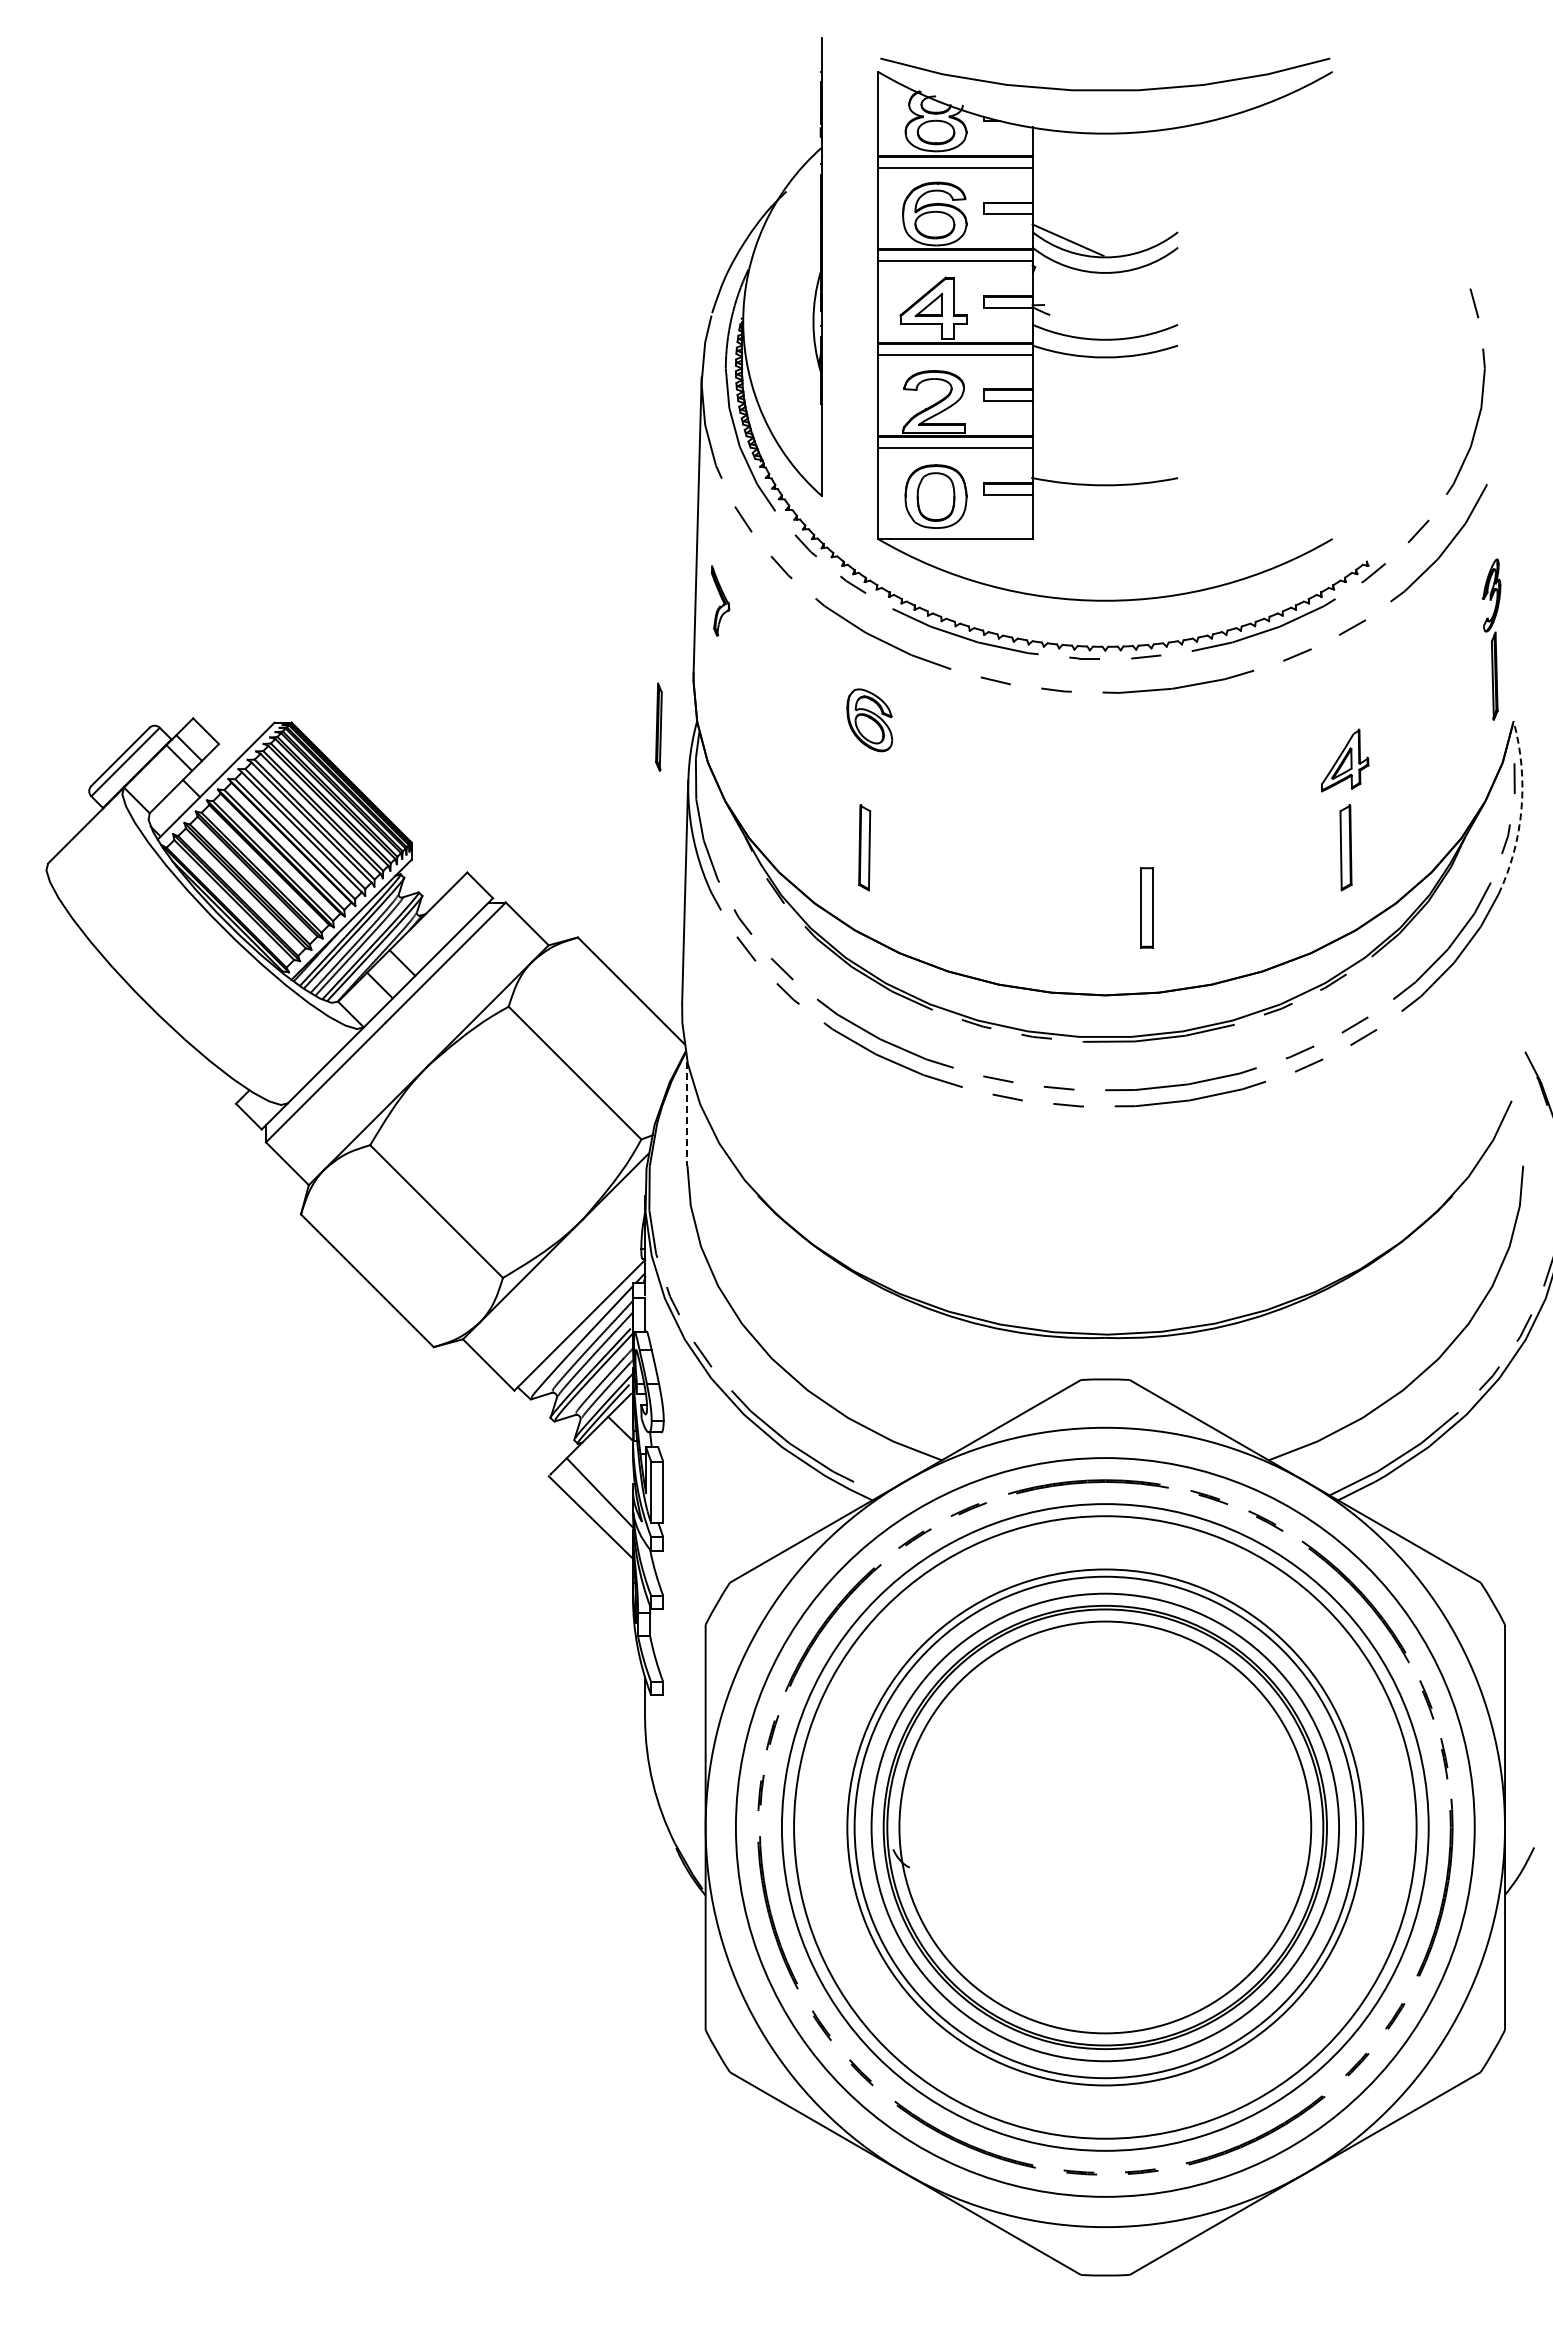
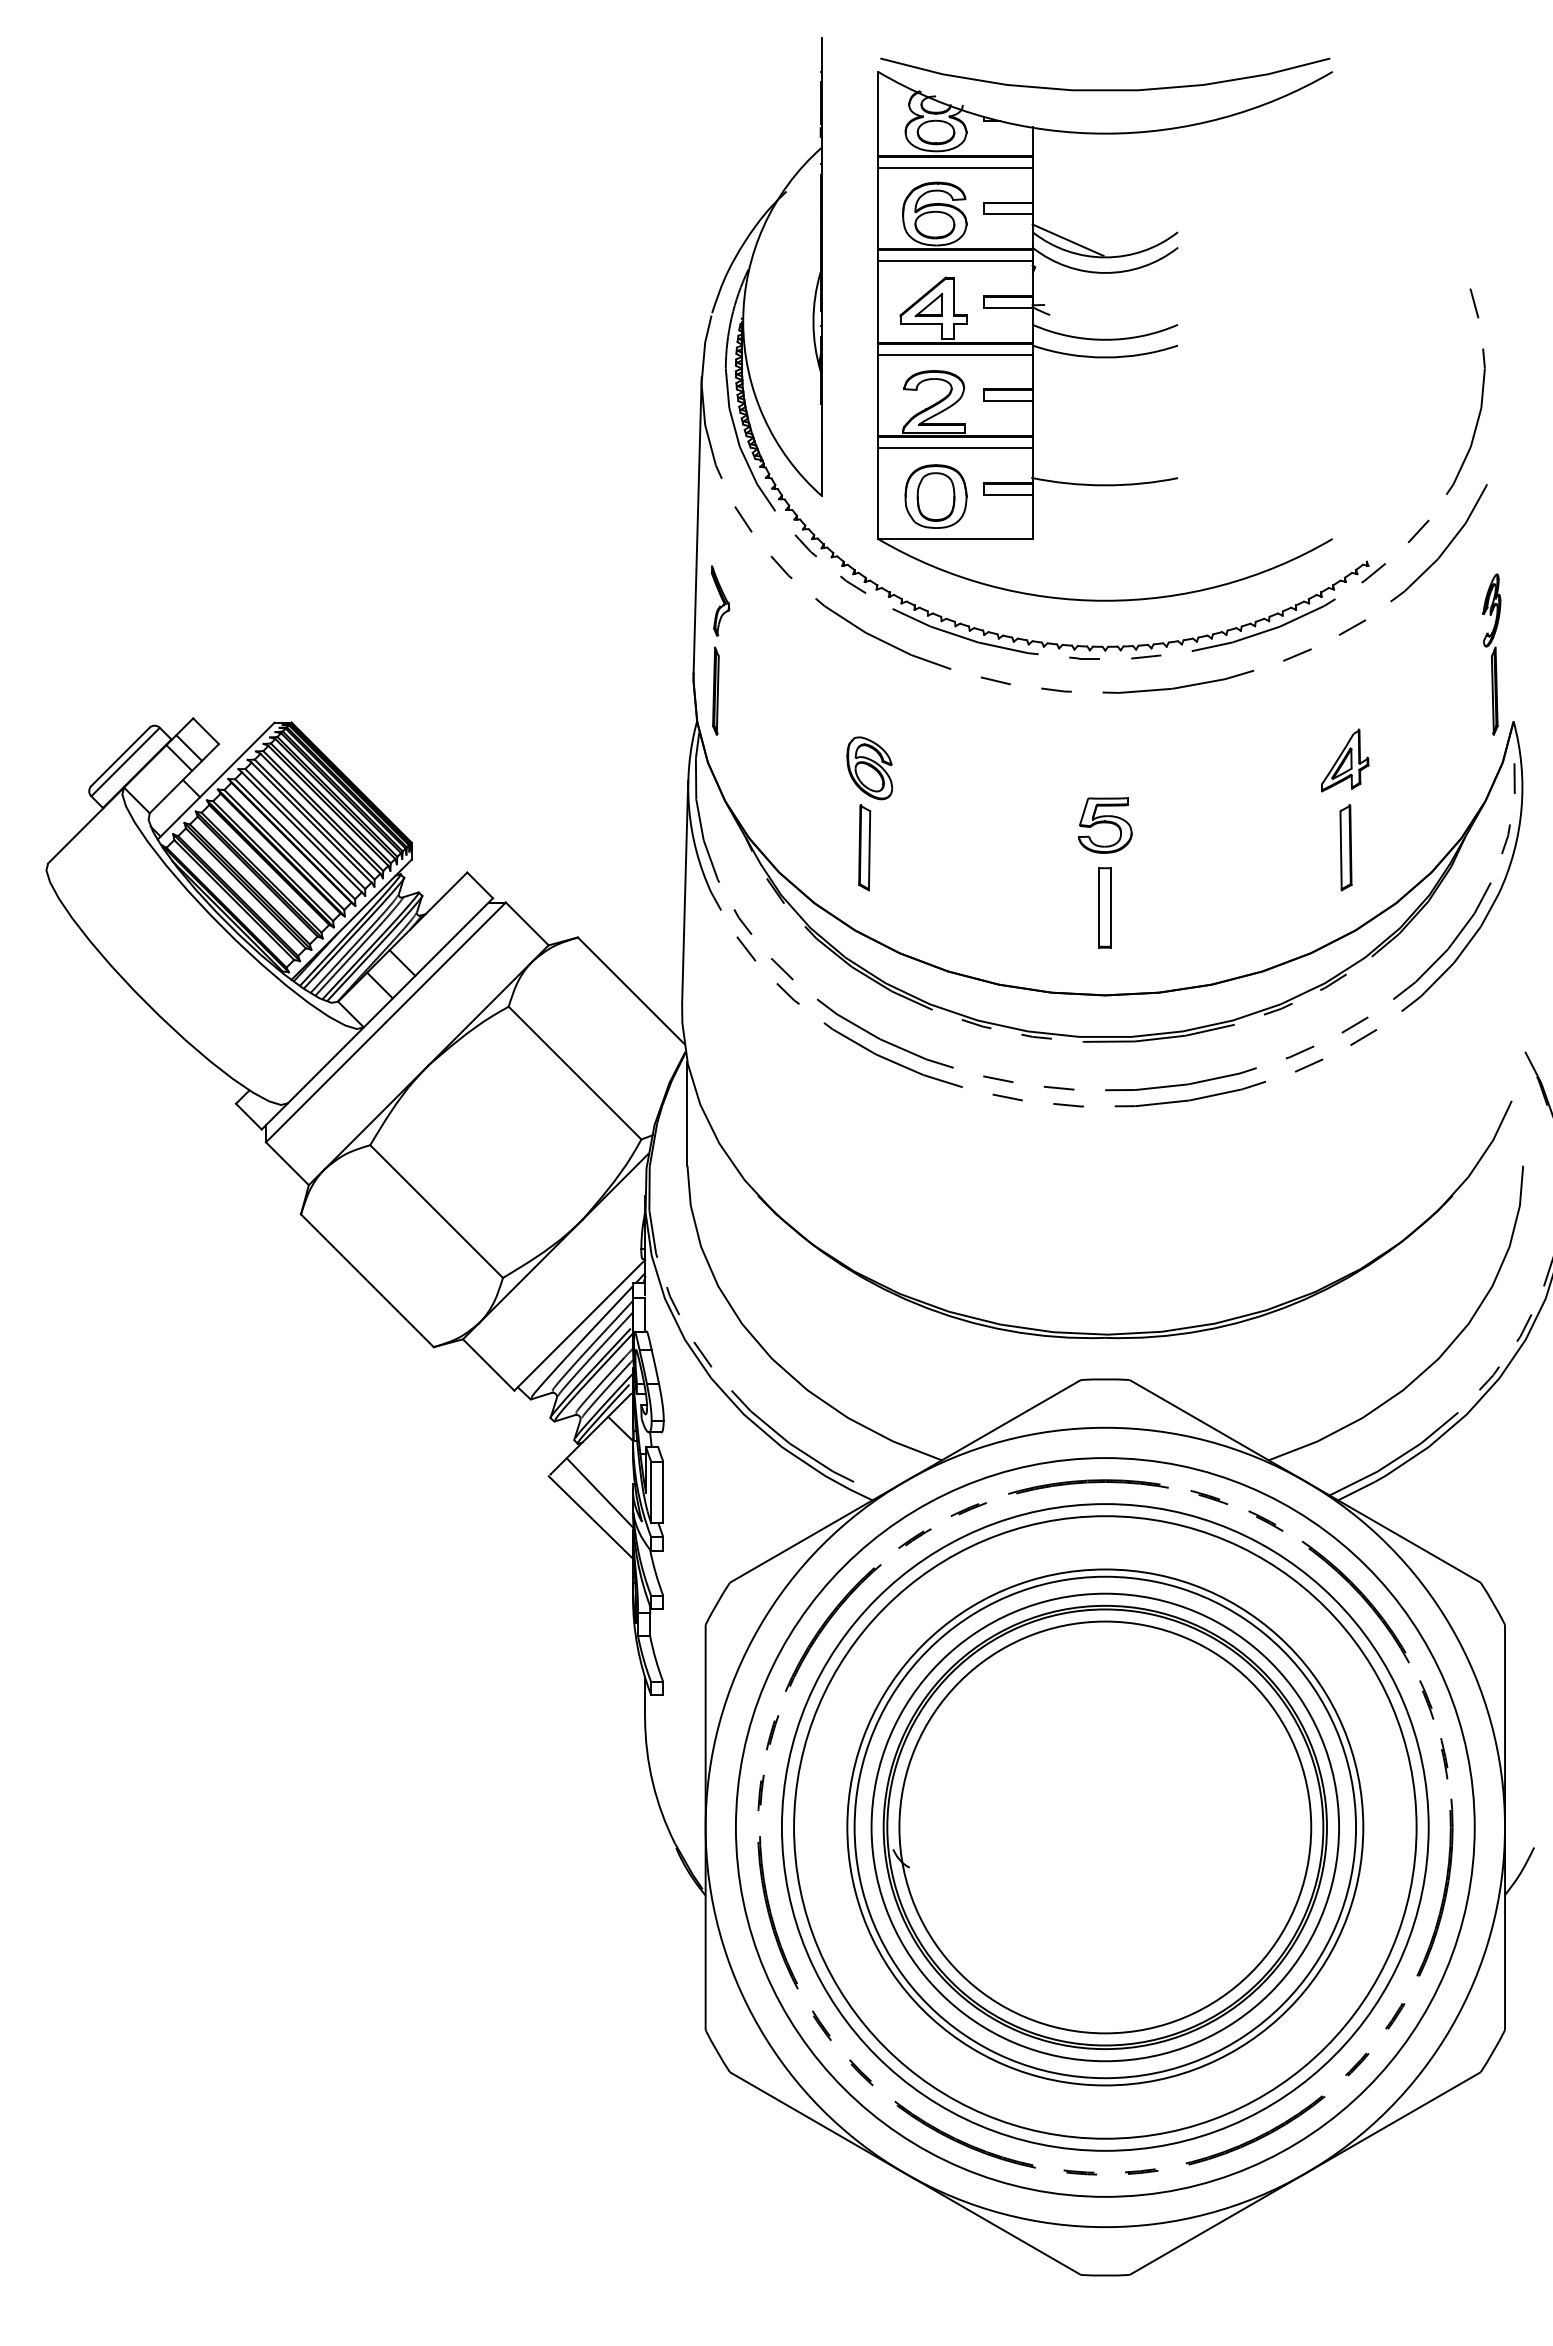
part at (1491, 639) position: (1491, 639) -> (1491, 654)
part at (869, 720) position: (869, 720) -> (869, 768)
part at (658, 726) position: (658, 726) -> (715, 690)
arc at (1521, 809): dashed -> solid
part at (1104, 825): none -> present
part at (1146, 907) position: (1146, 907) -> (1104, 907)
line at (687, 1113): dashed -> solid
